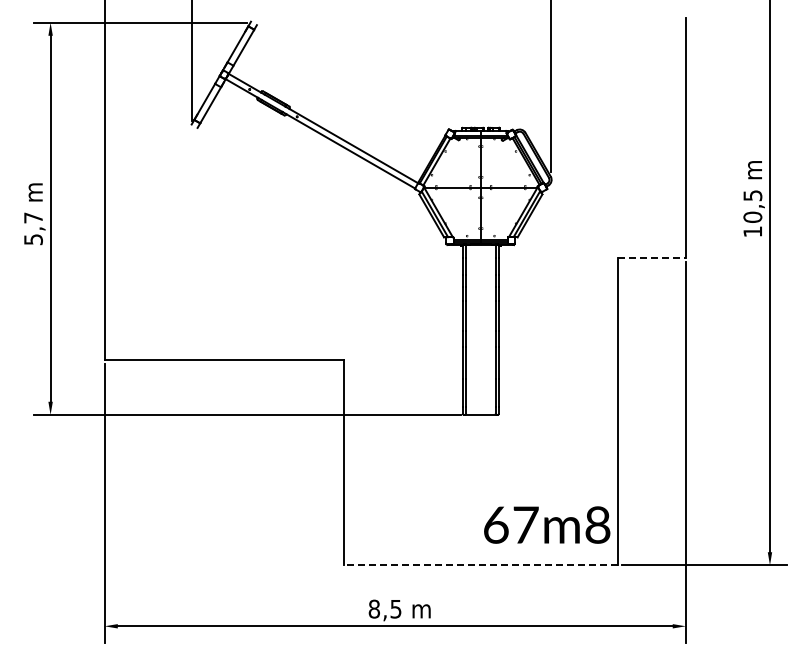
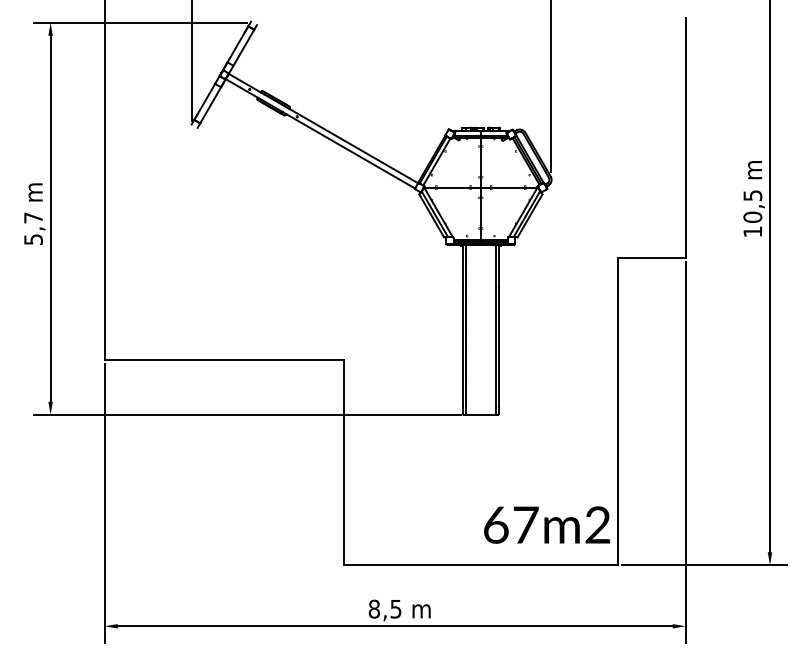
line at (652, 257): dashed -> solid
text at (597, 525): 67m8 -> 67m2
line at (480, 565): dashed -> solid
